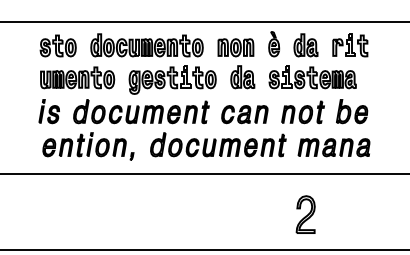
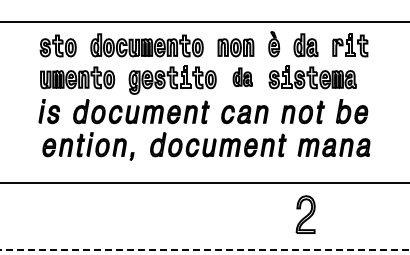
part at (242, 77) size: 26x25 px -> 21x20 px
line at (204, 173) position: (204, 173) -> (204, 182)
line at (204, 249): solid -> dashed
